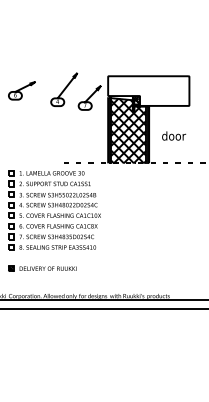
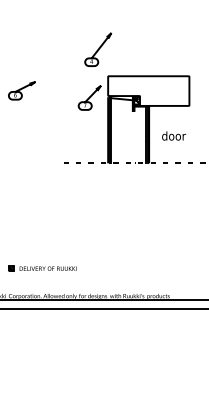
part at (64, 89) position: (64, 89) -> (98, 49)
hatch at (128, 130): present -> none
part at (54, 210): present -> none
